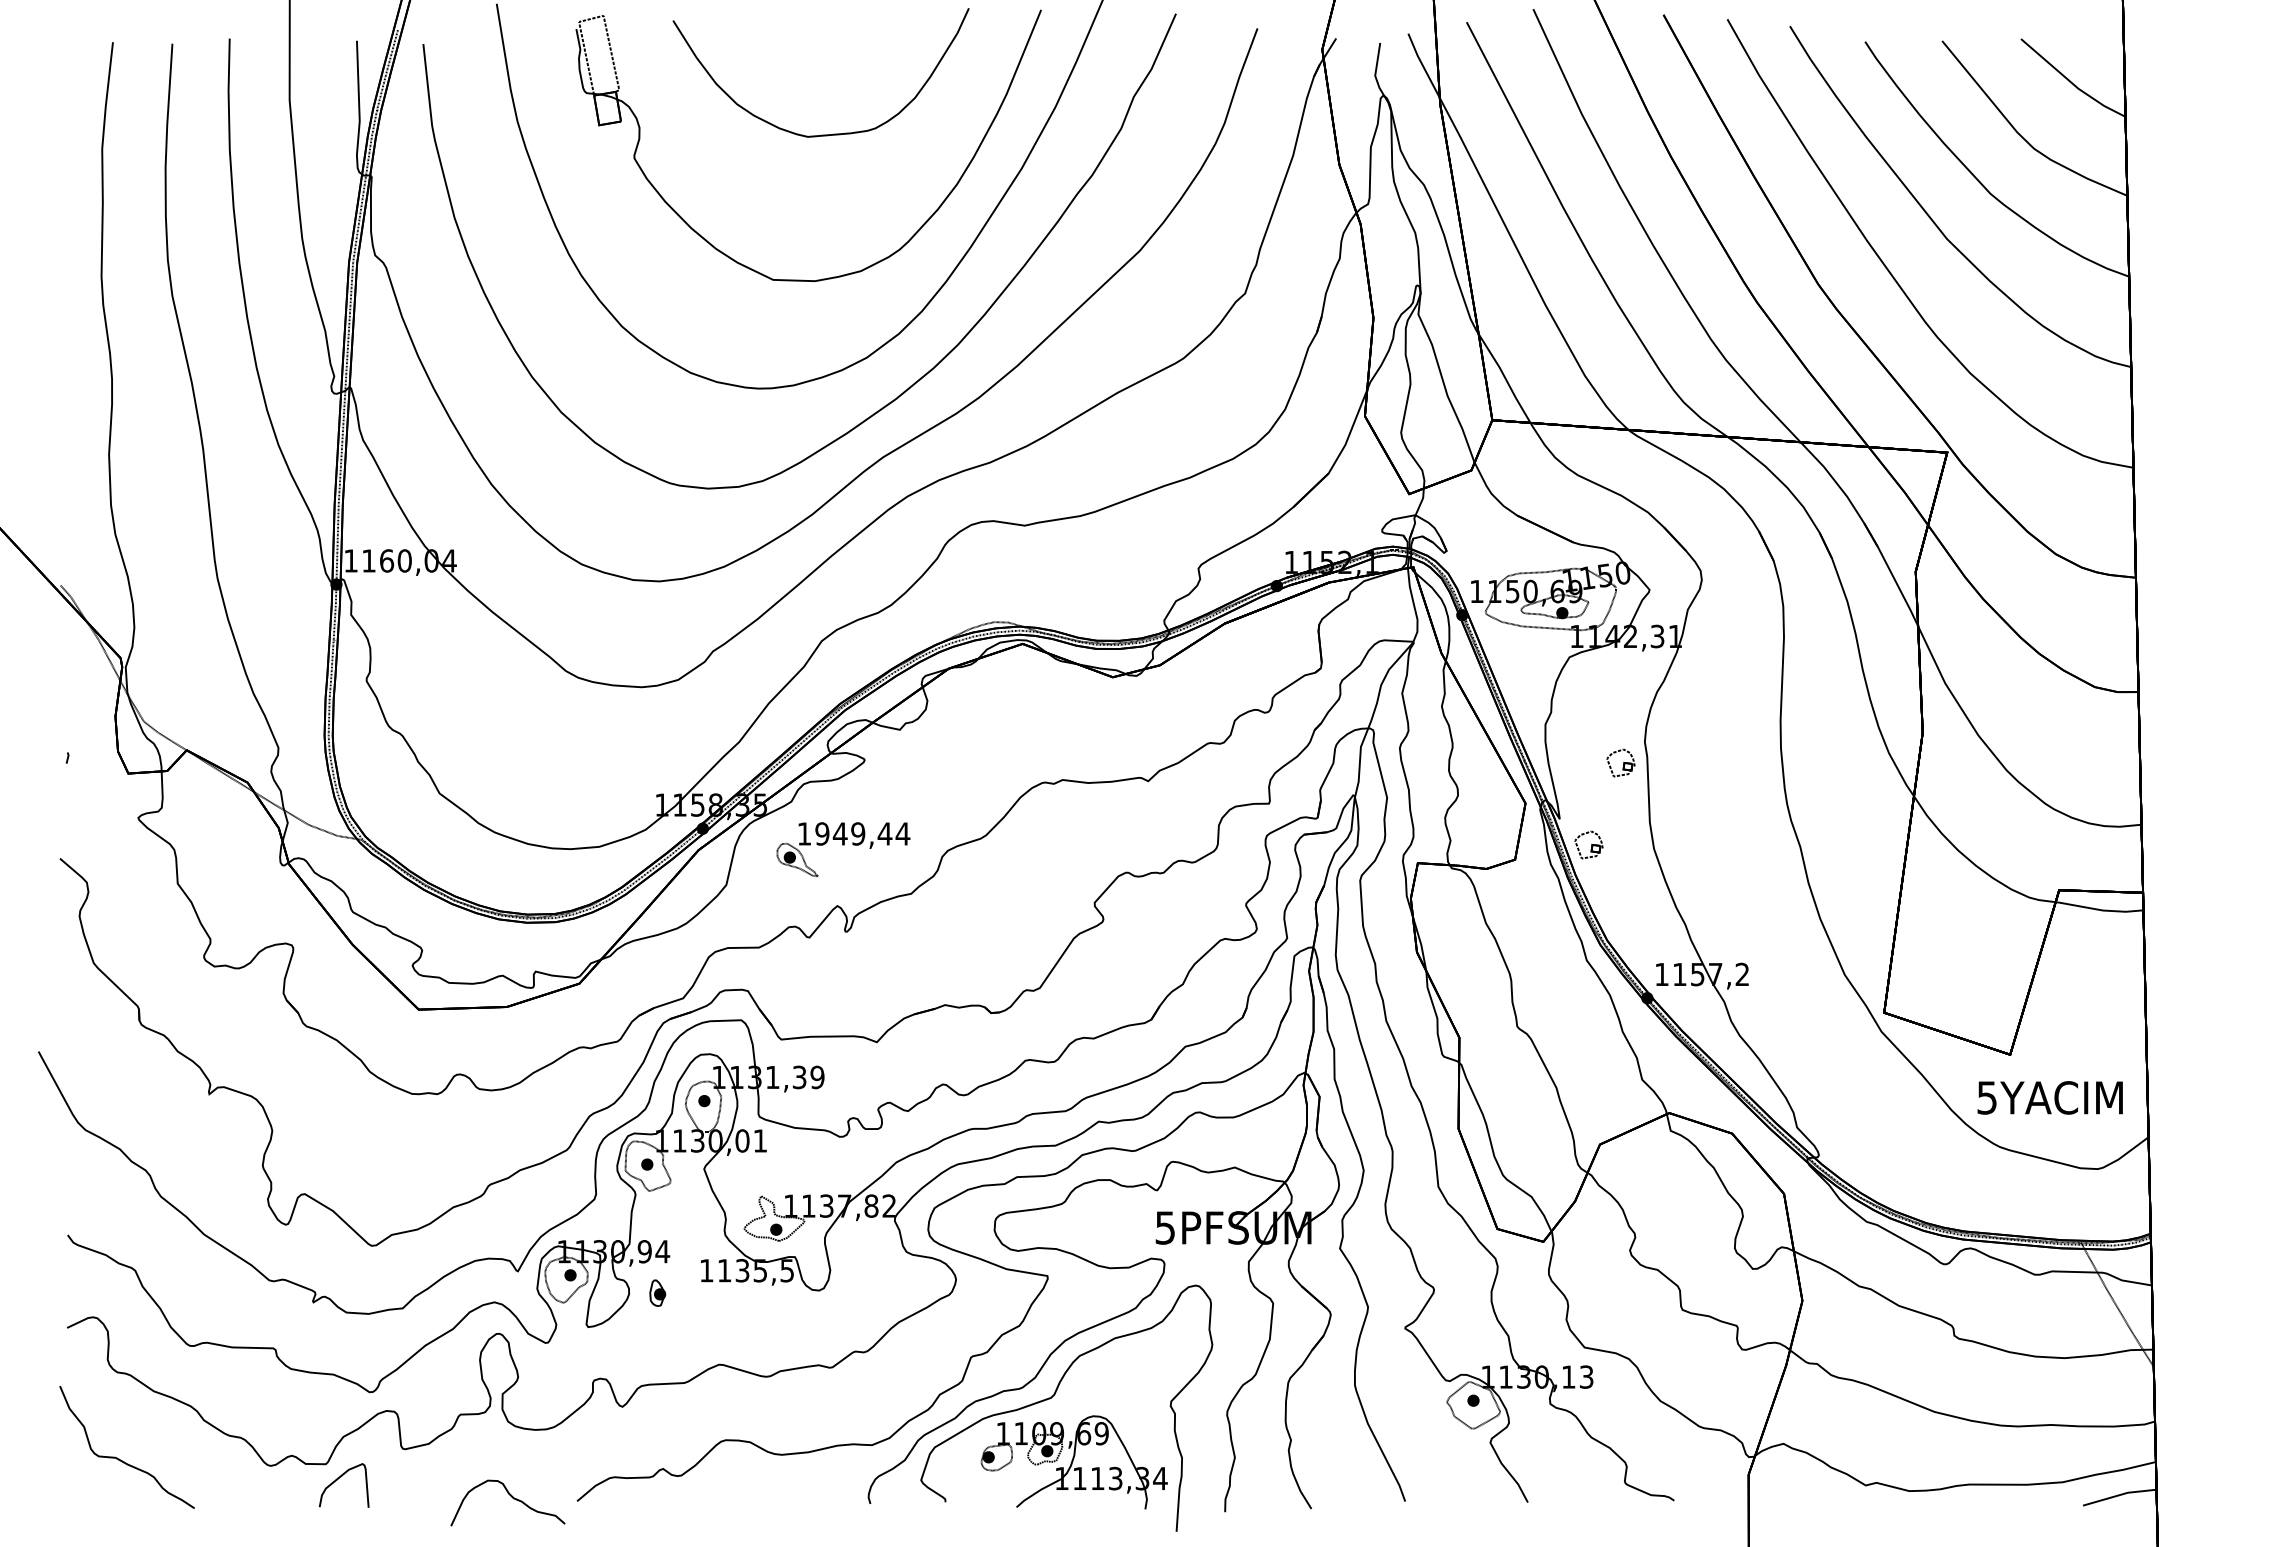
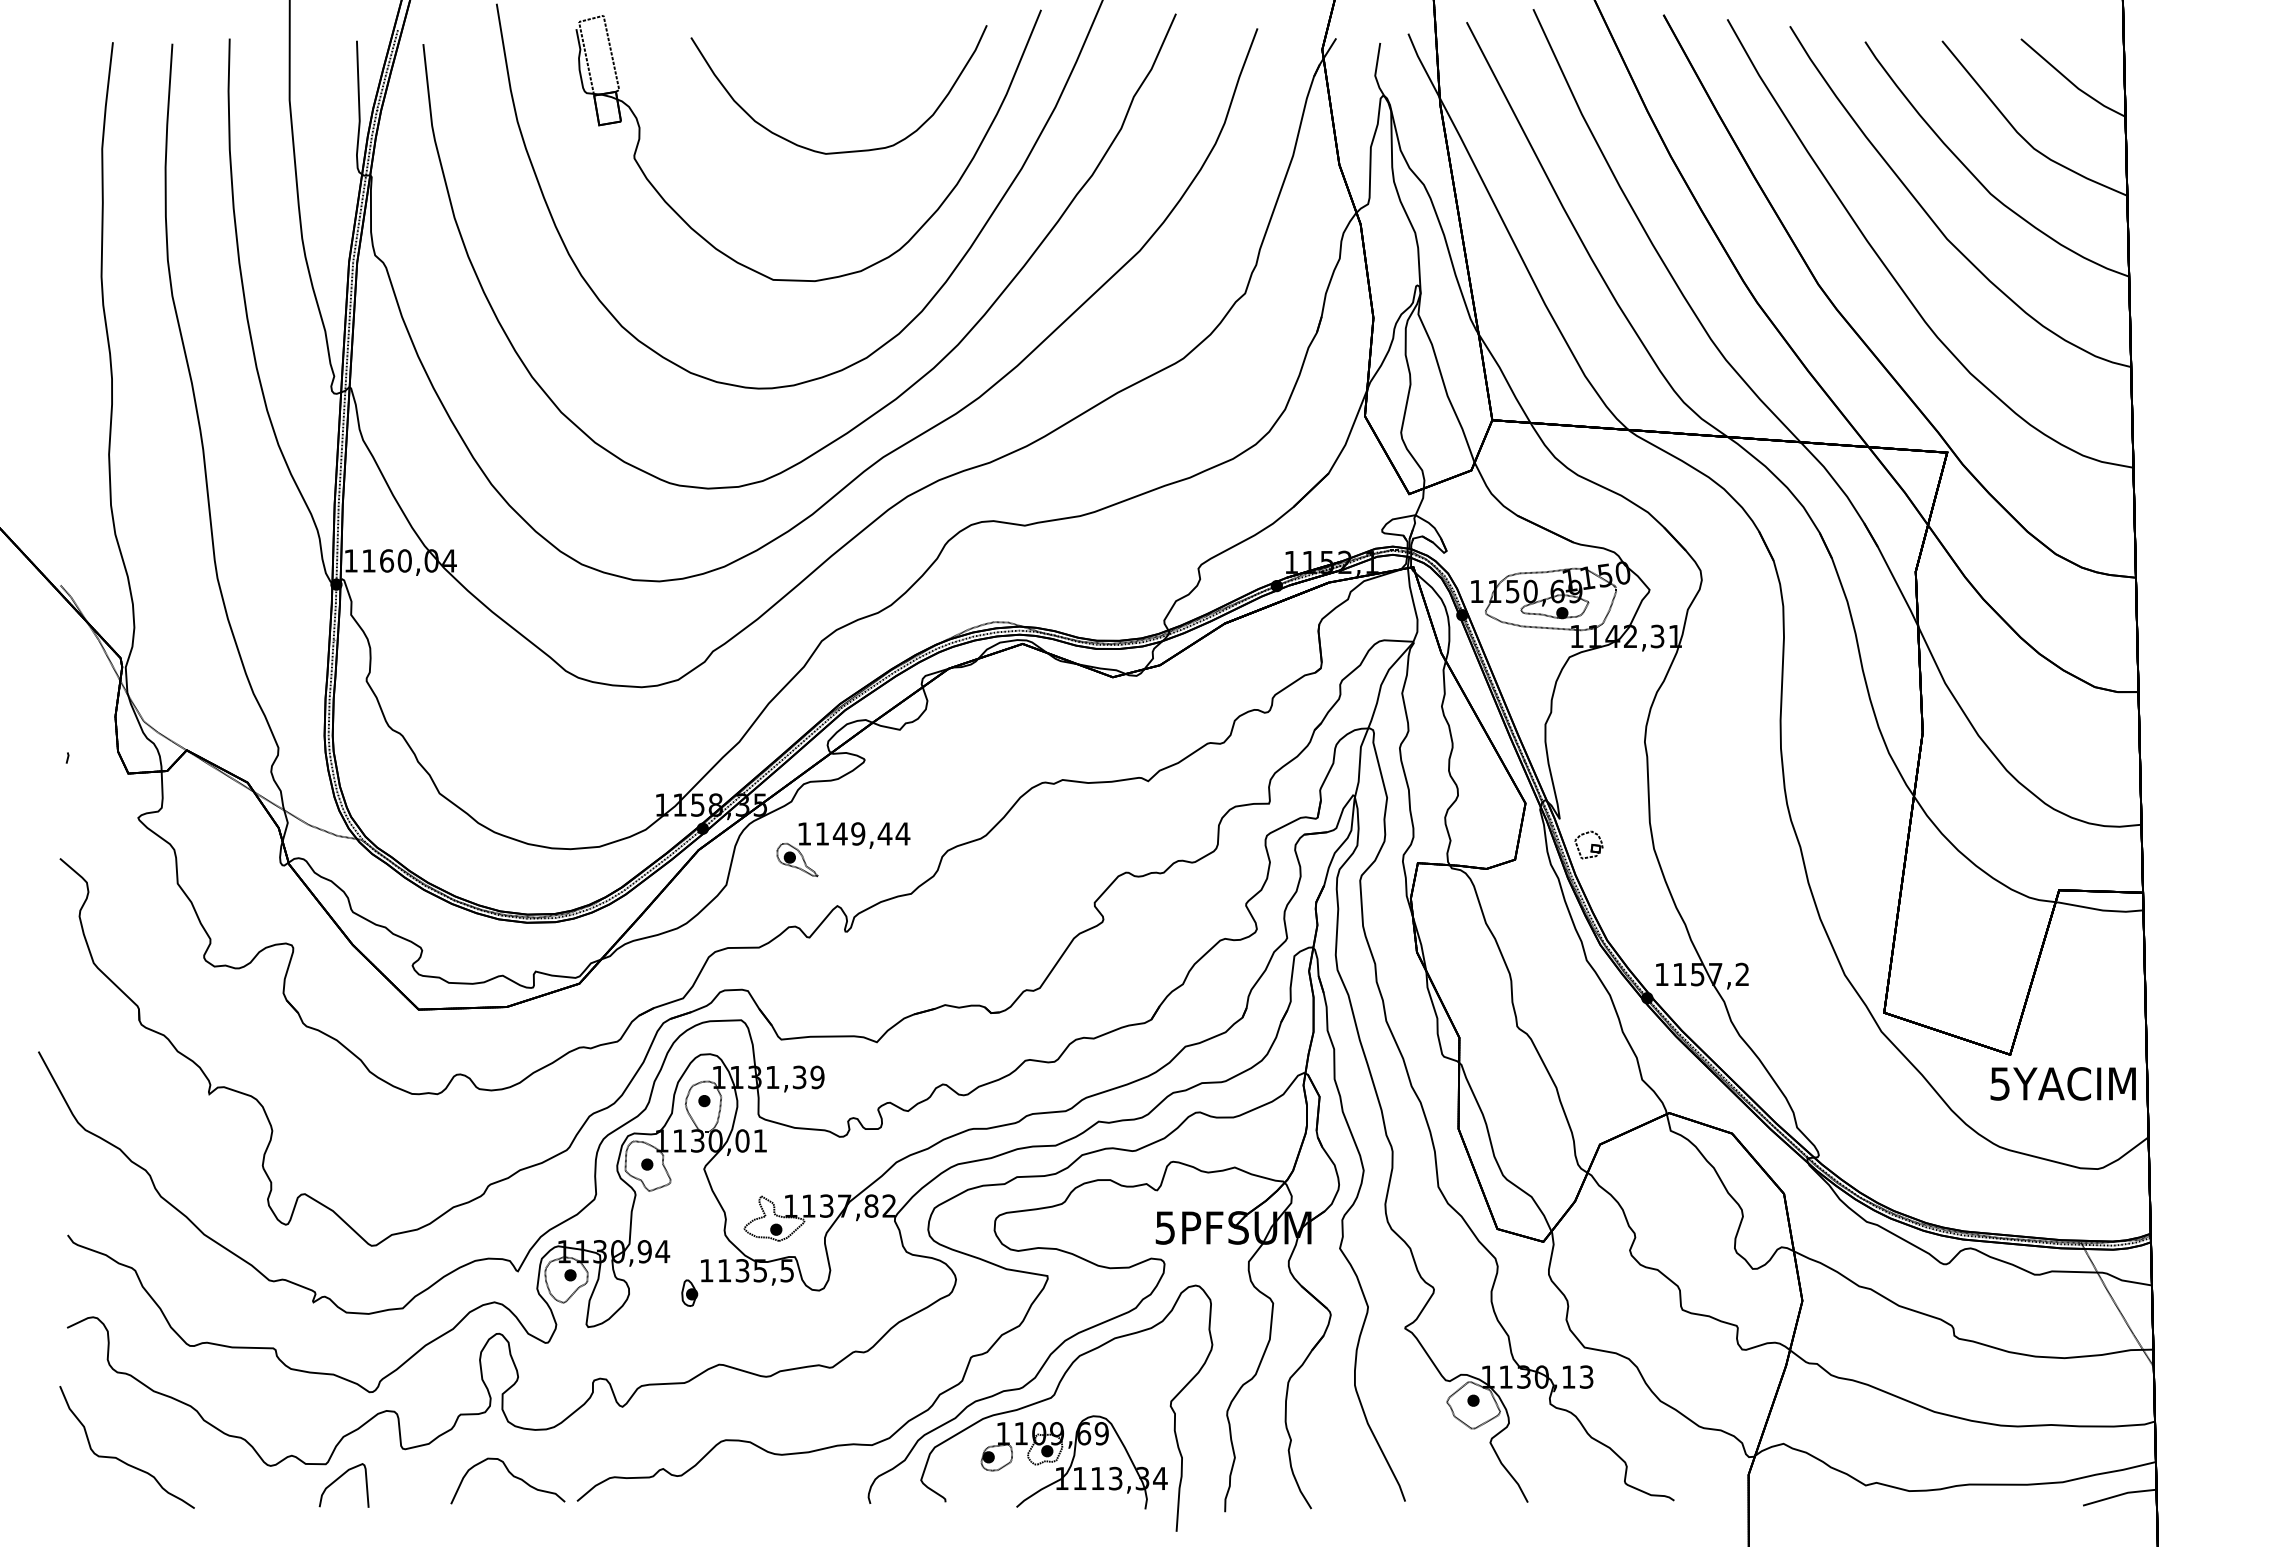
curve at (821, 134) position: (821, 134) -> (839, 151)
part at (1620, 762): present -> none
text at (822, 833): 1949,44 -> 1149,44
text at (2049, 1097) position: (2049, 1097) -> (2062, 1083)
part at (657, 1292) position: (657, 1292) -> (689, 1292)
curve at (511, 1497) position: (511, 1497) -> (511, 1475)
